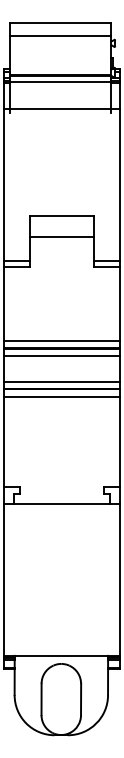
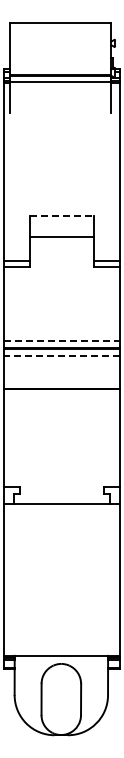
line at (60, 36): present -> none
line at (61, 108): present -> none
line at (62, 216): solid -> dashed
line at (62, 341): solid -> dashed
line at (61, 356): solid -> dashed
line at (61, 381): present -> none
line at (61, 396): present -> none
